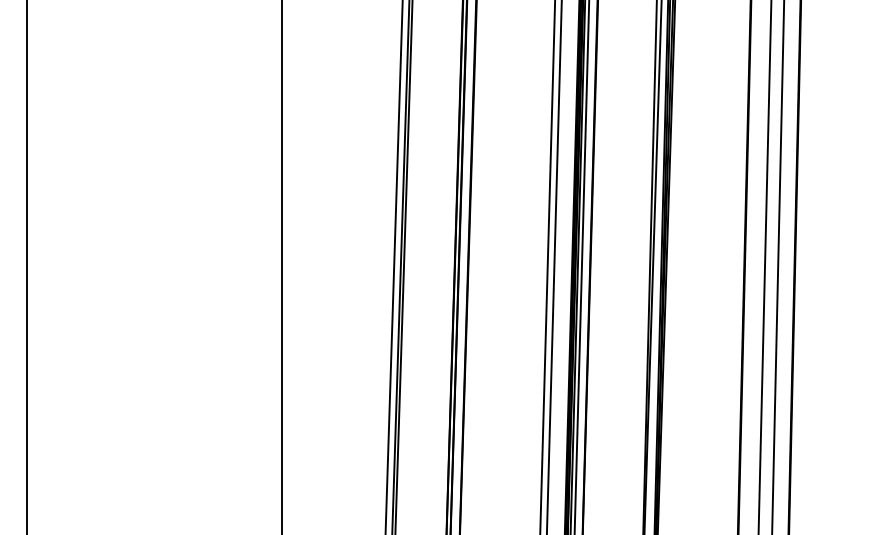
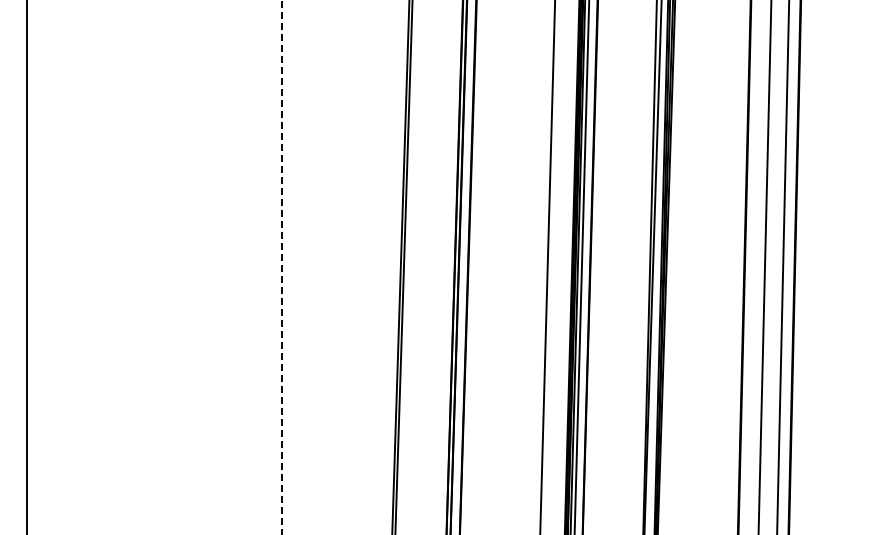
line at (393, 266): present -> none
line at (553, 266): present -> none
line at (778, 266) position: (778, 266) -> (783, 266)
line at (282, 267): solid -> dashed
